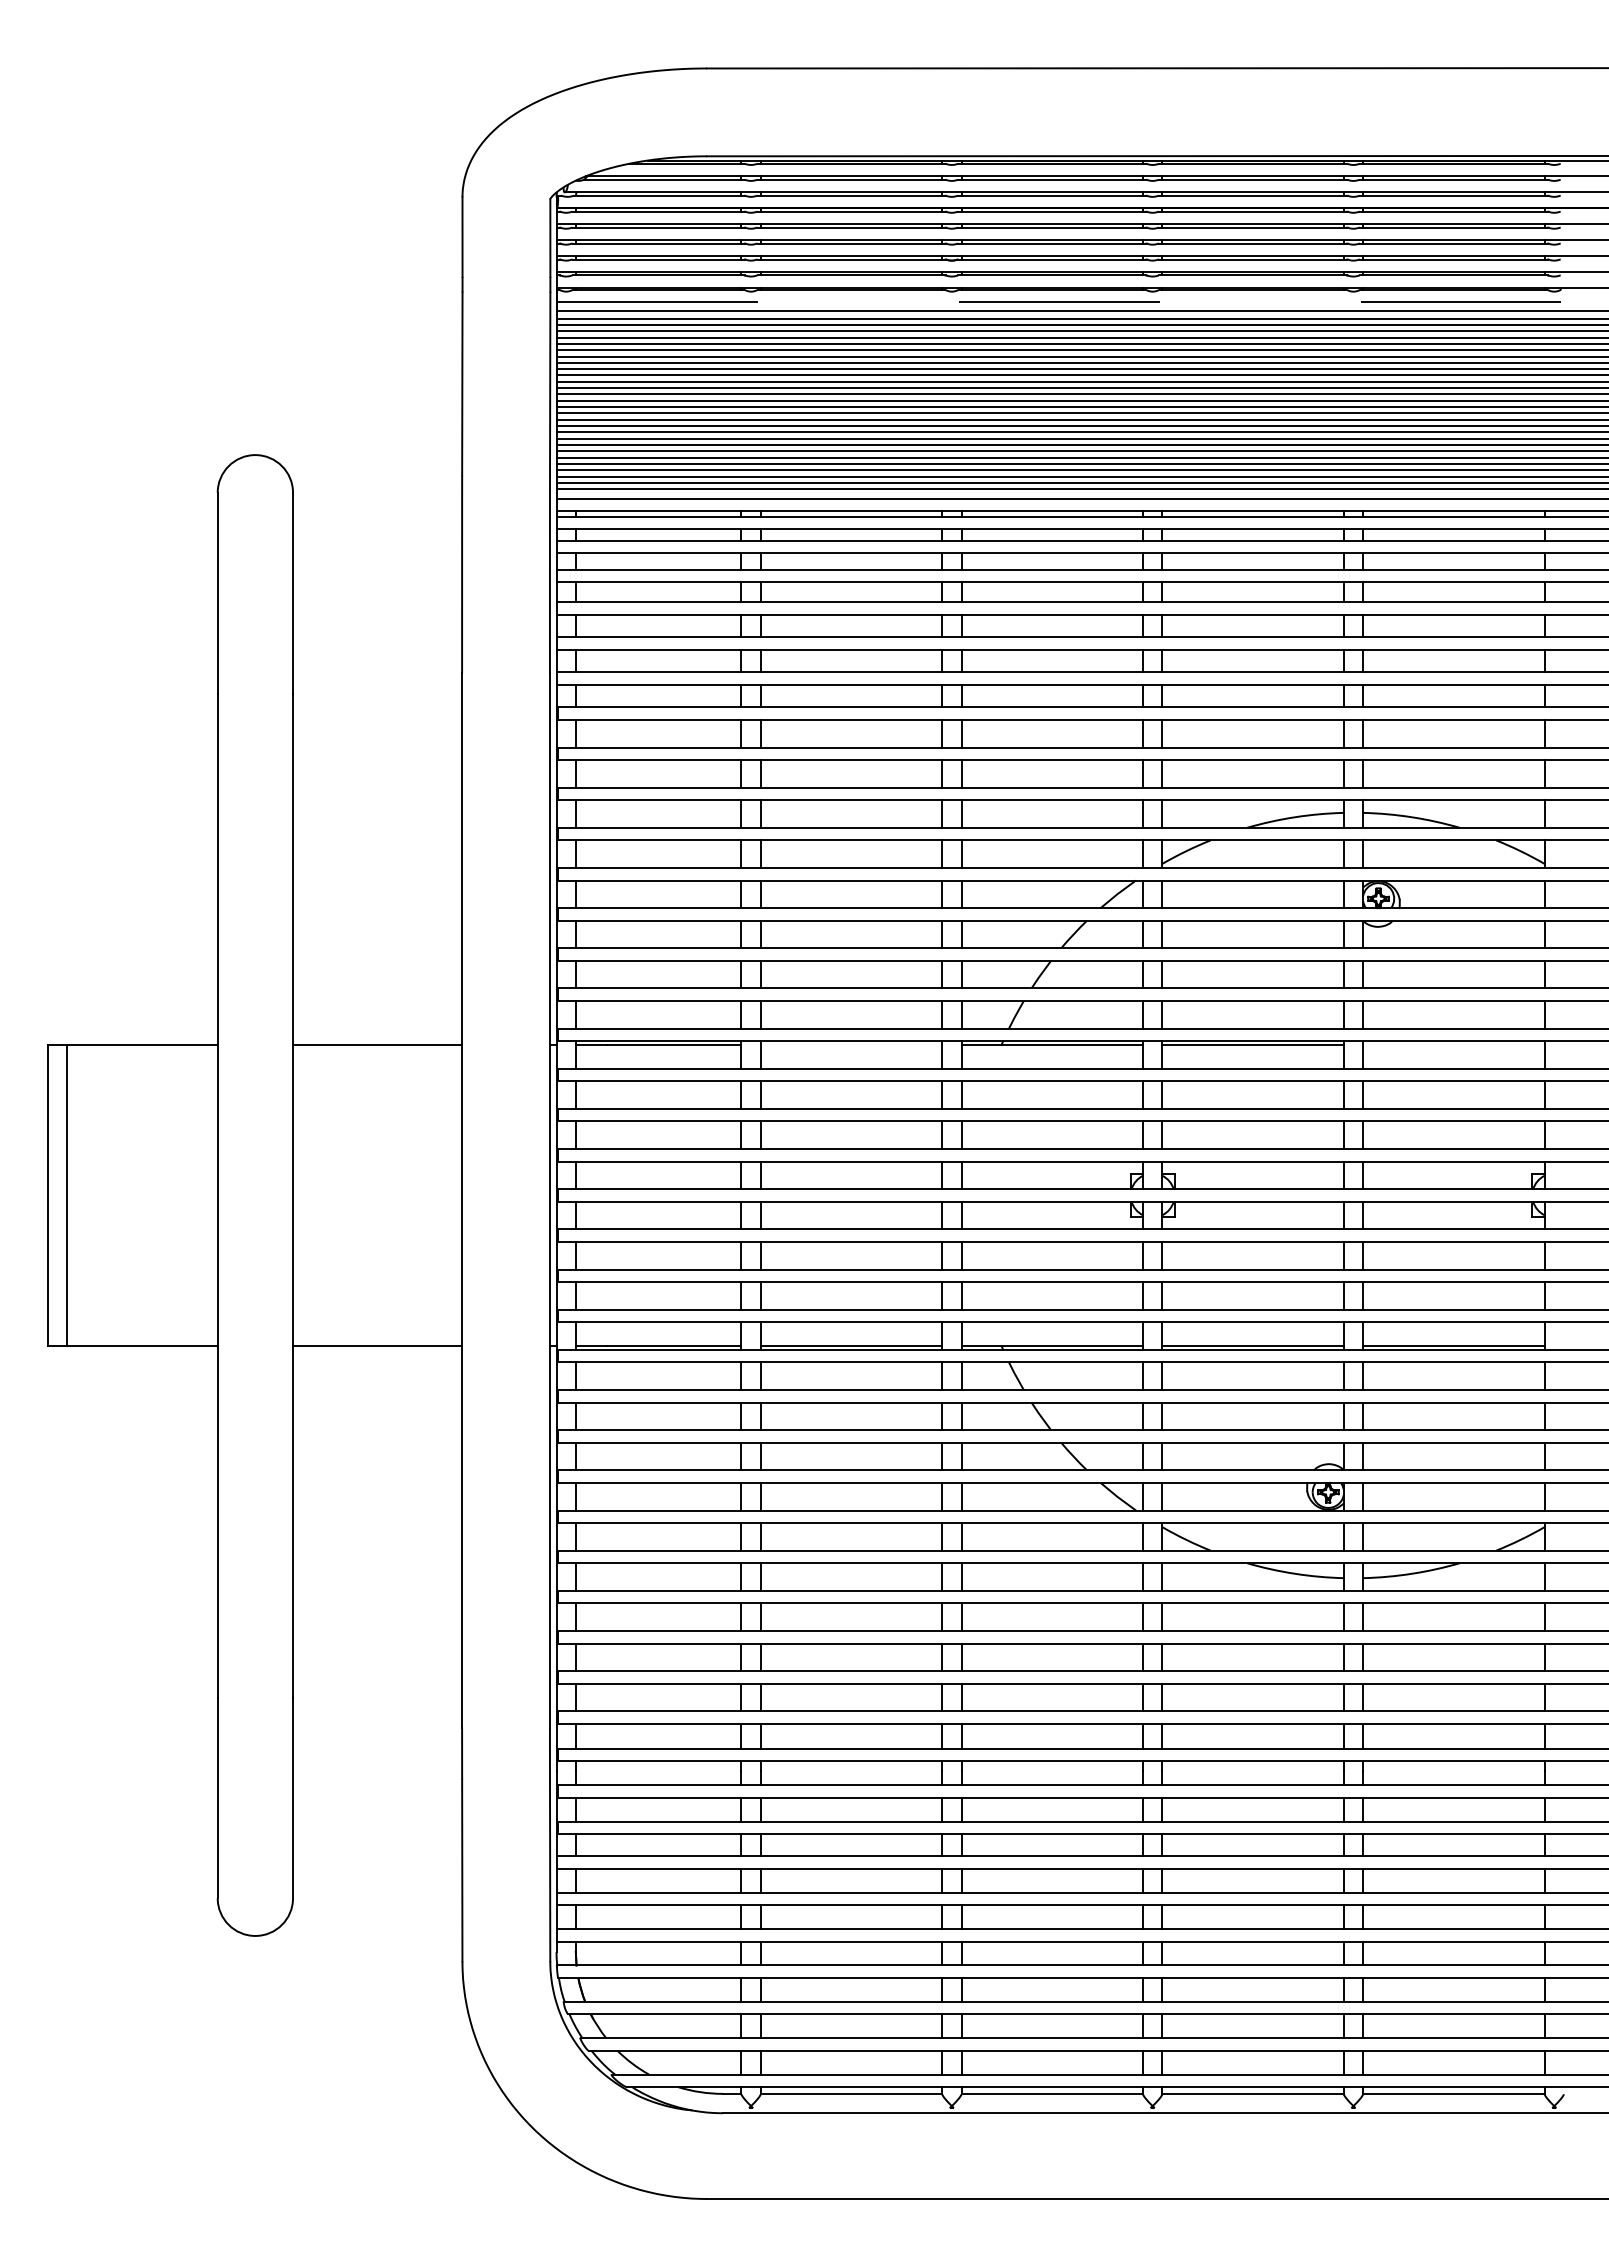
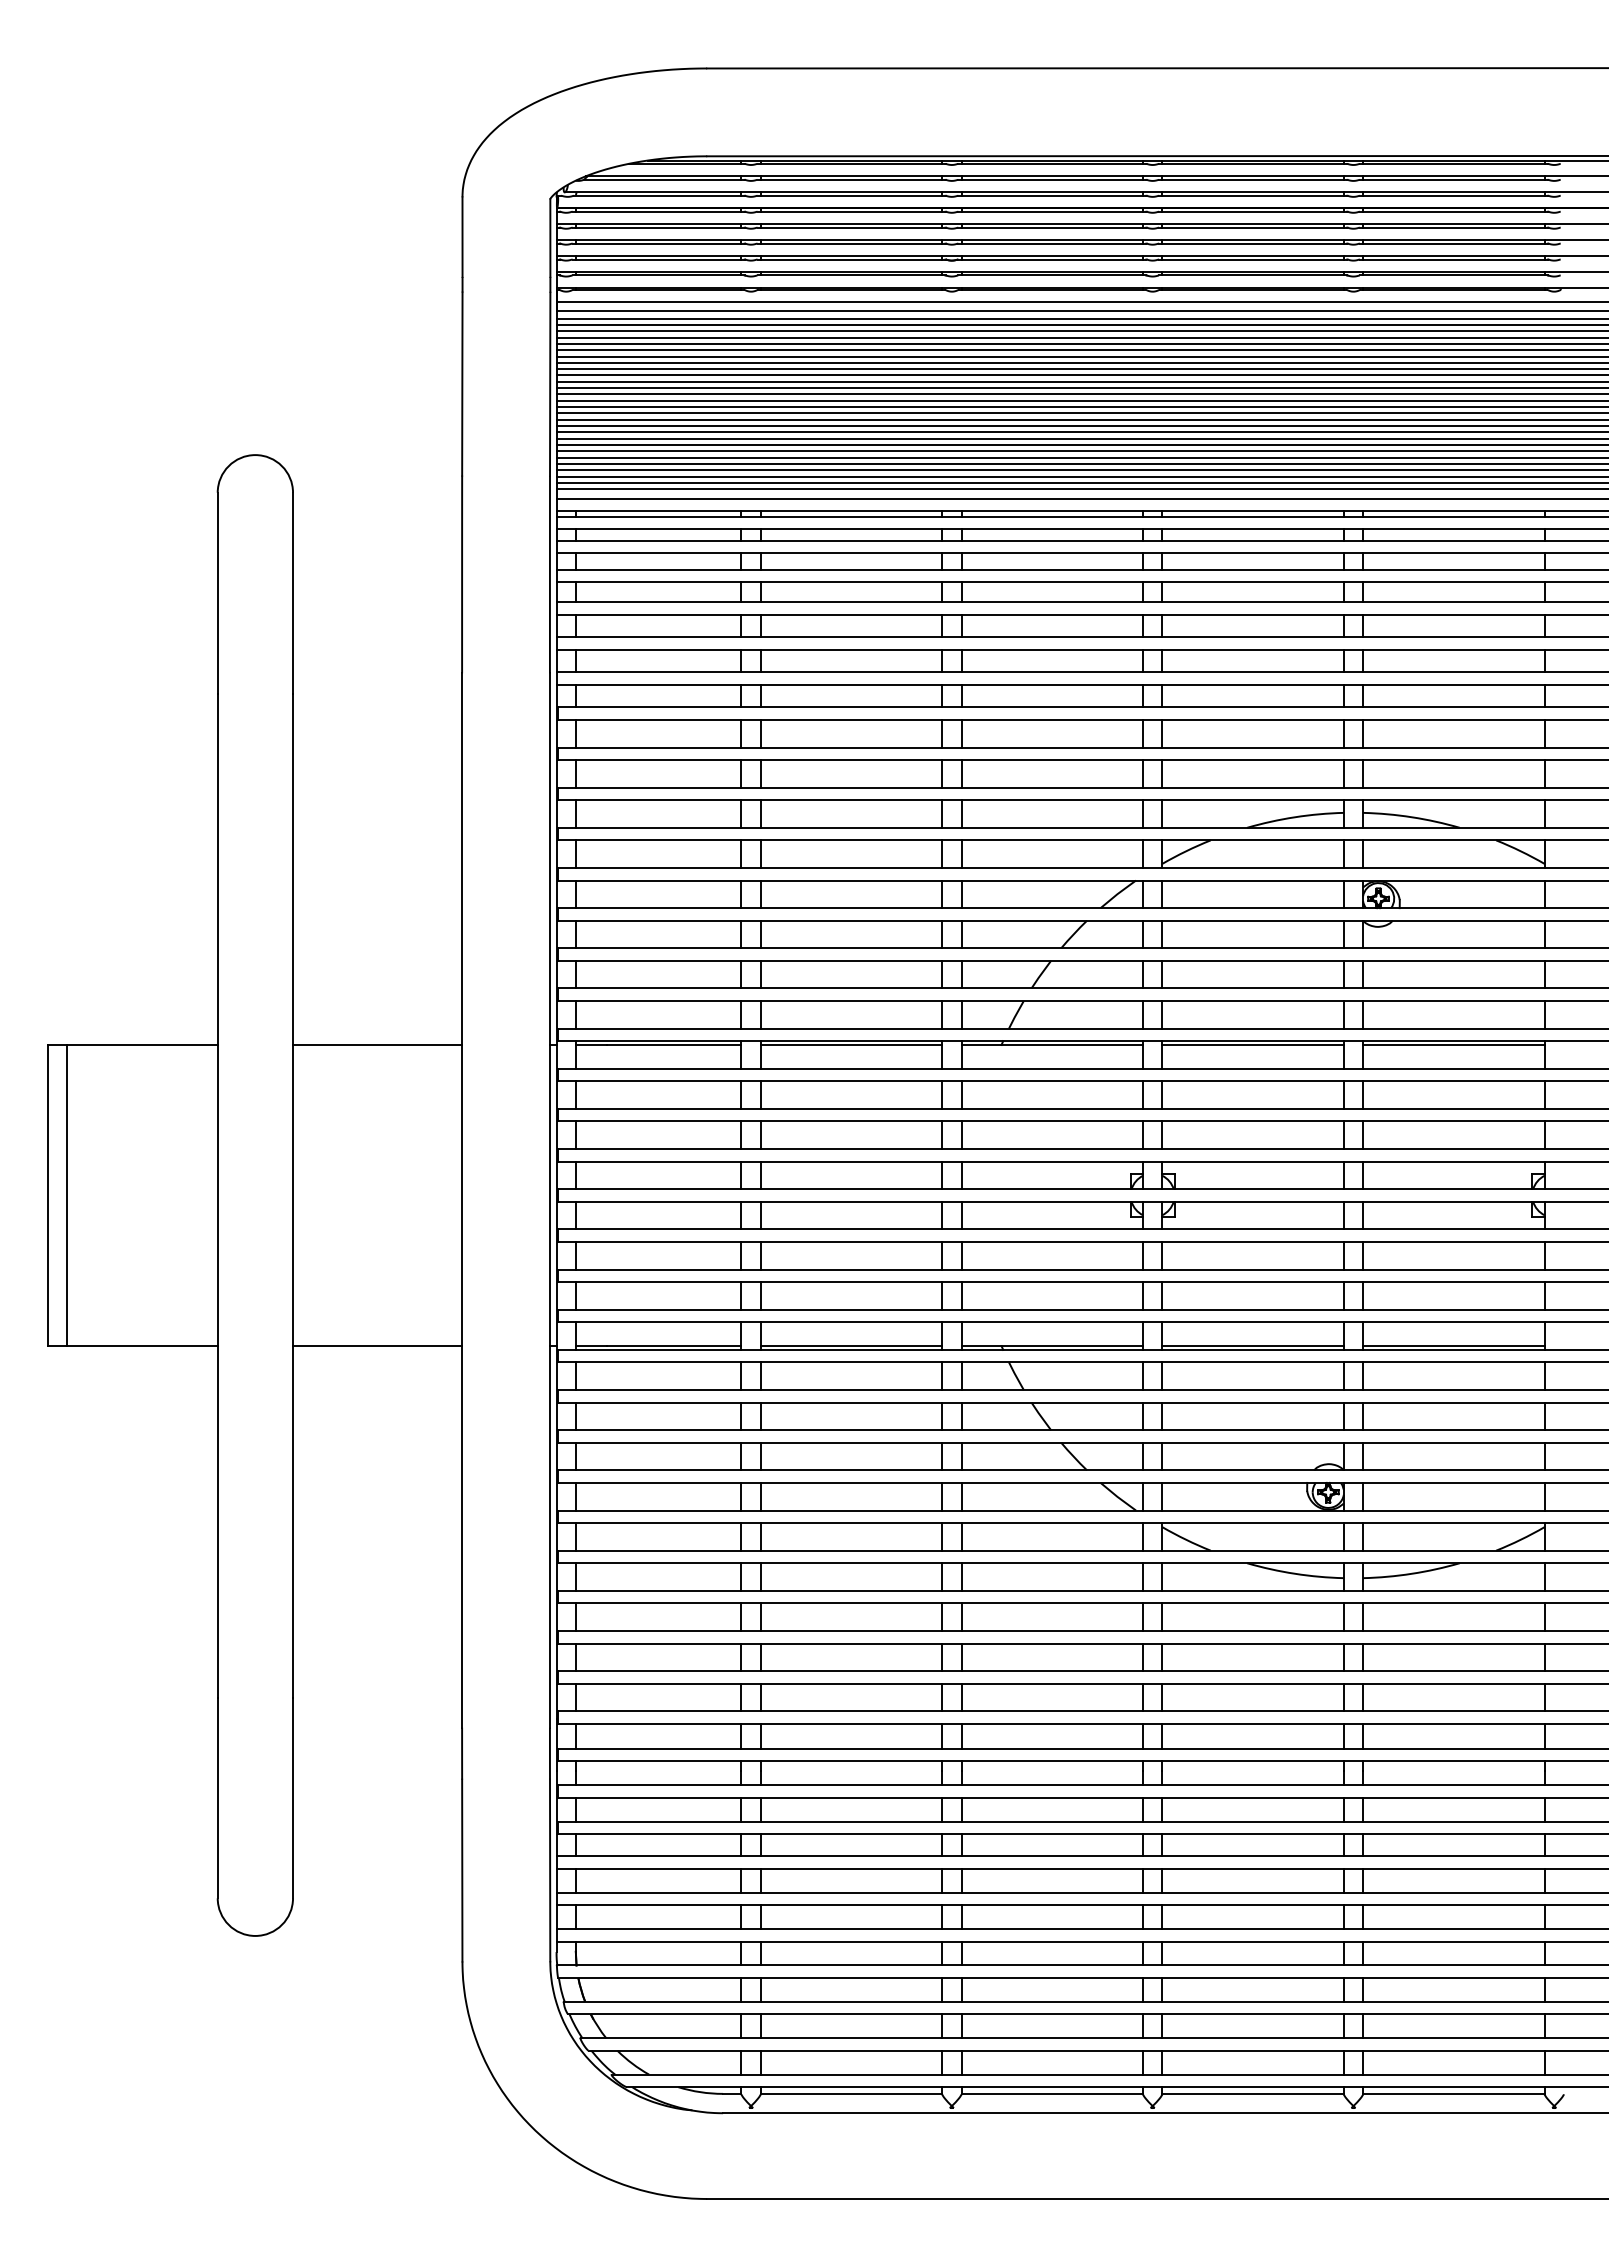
line at (1083, 302): dashed -> solid
line at (851, 1044): none -> present
line at (1453, 1044): none -> present
